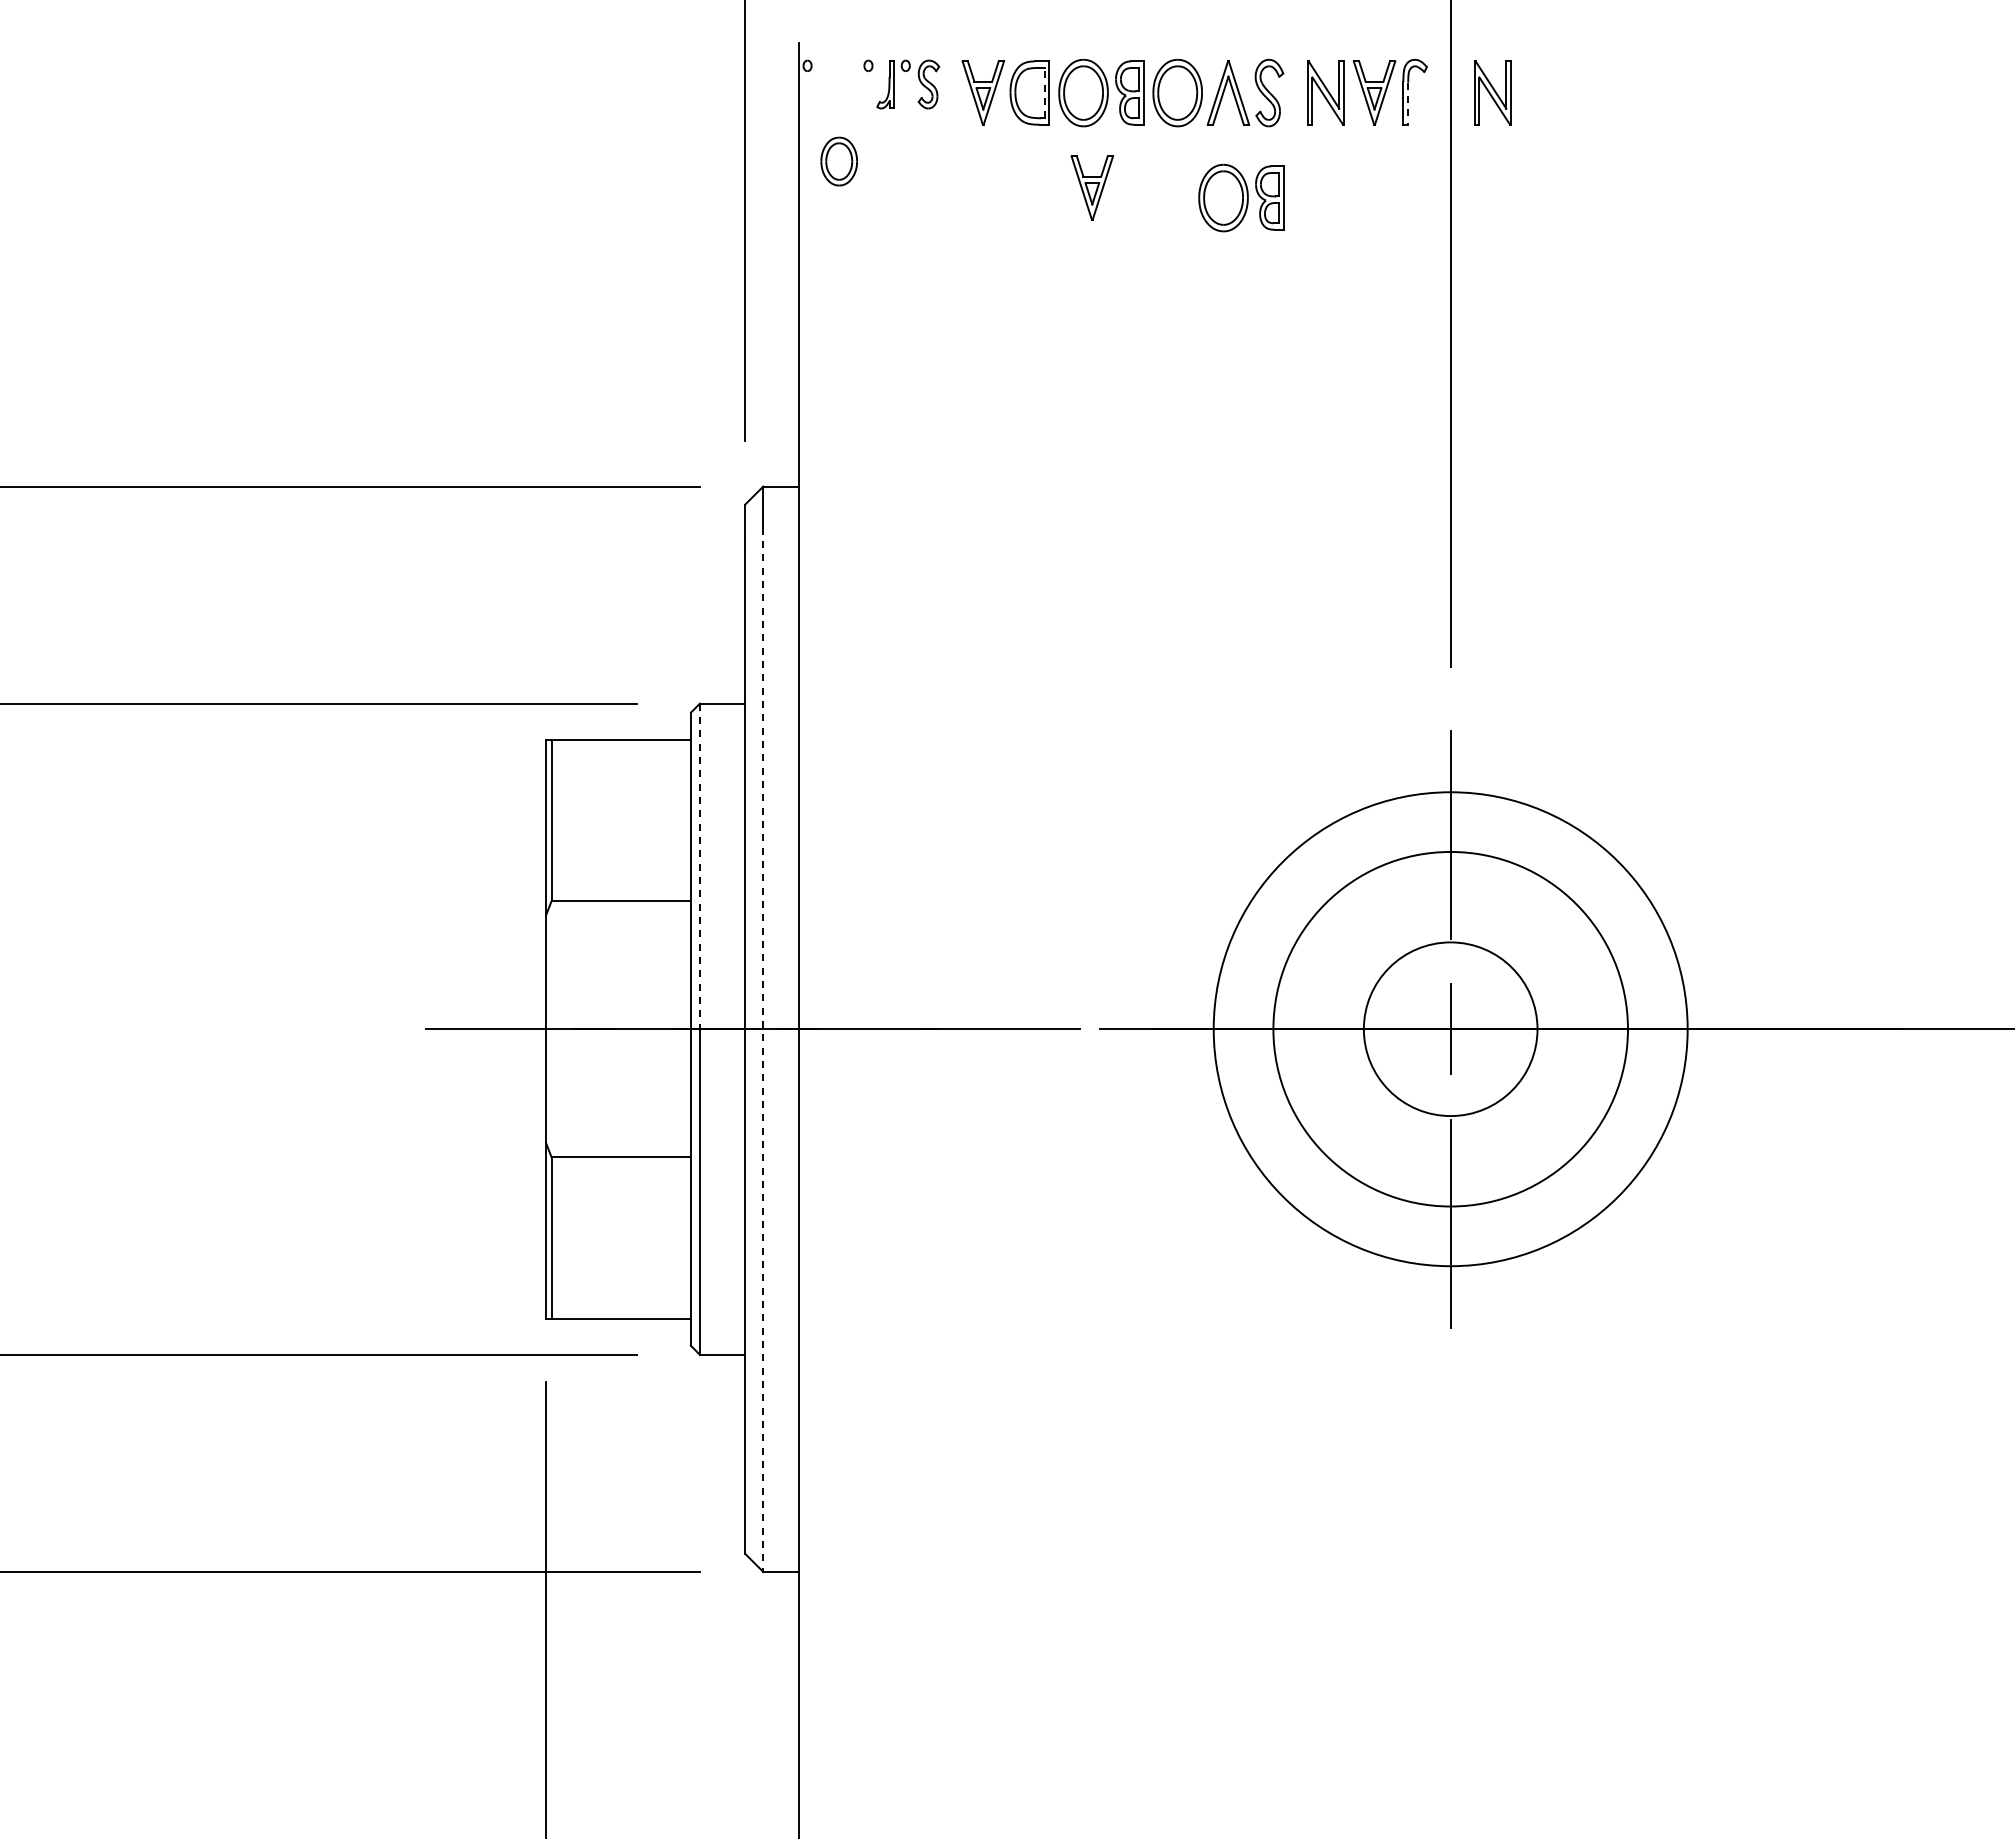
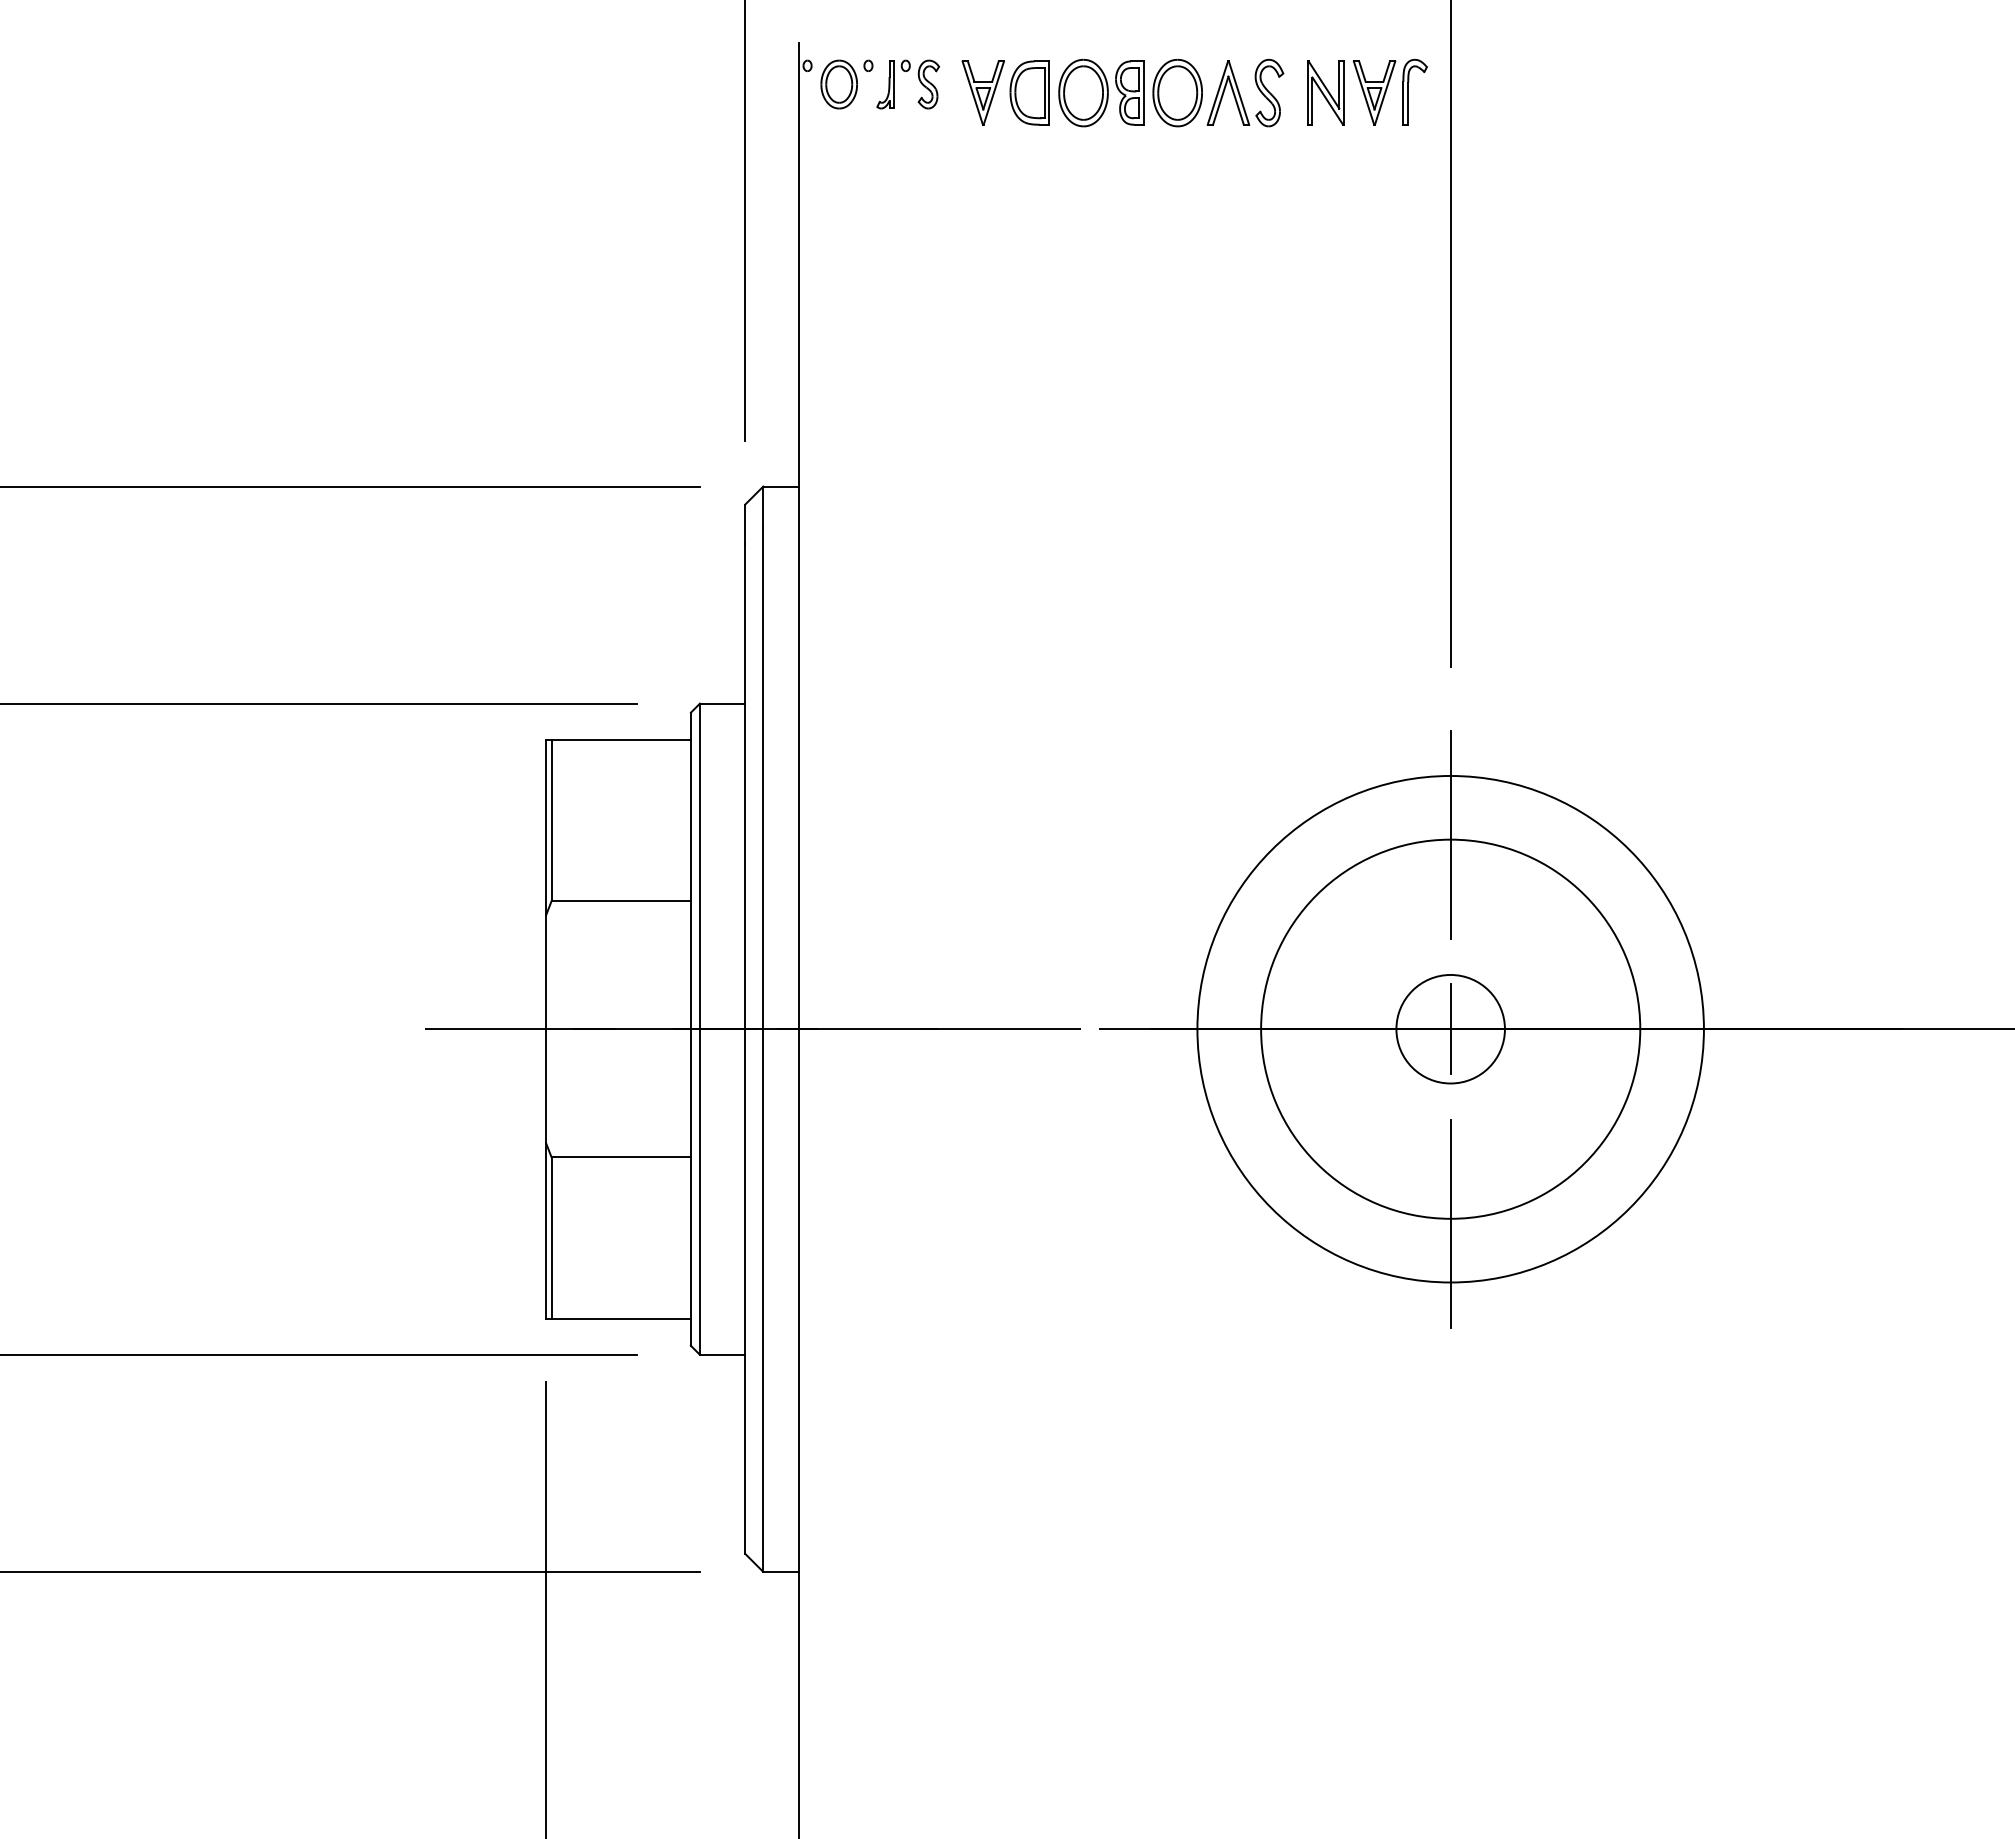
line at (1044, 92): dashed -> solid
part at (1492, 92): present -> none
line at (1408, 104): dashed -> solid
part at (838, 161) position: (838, 161) -> (838, 84)
part at (1091, 187): present -> none
part at (1241, 197): present -> none
line at (699, 866): dashed -> solid
circle at (1450, 1028) diameter: 355 px -> 507 px
circle at (1450, 1029) diameter: 174 px -> 109 px
circle at (1450, 1029) diameter: 474 px -> 379 px
line at (763, 1050): dashed -> solid
